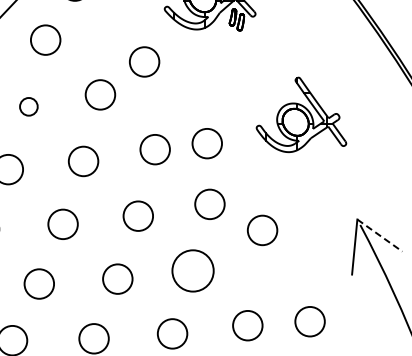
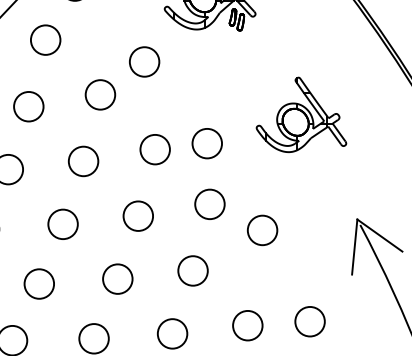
circle at (28, 106) size: 20x20 px -> 32x32 px
line at (379, 235): dashed -> solid
circle at (192, 270) diameter: 41 px -> 29 px
